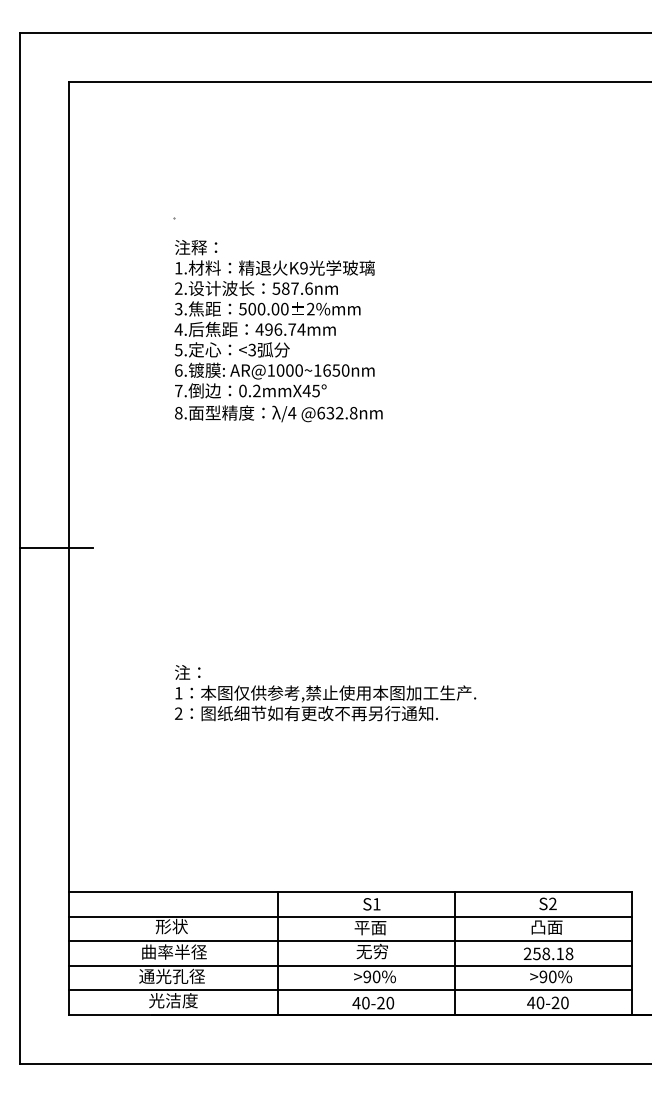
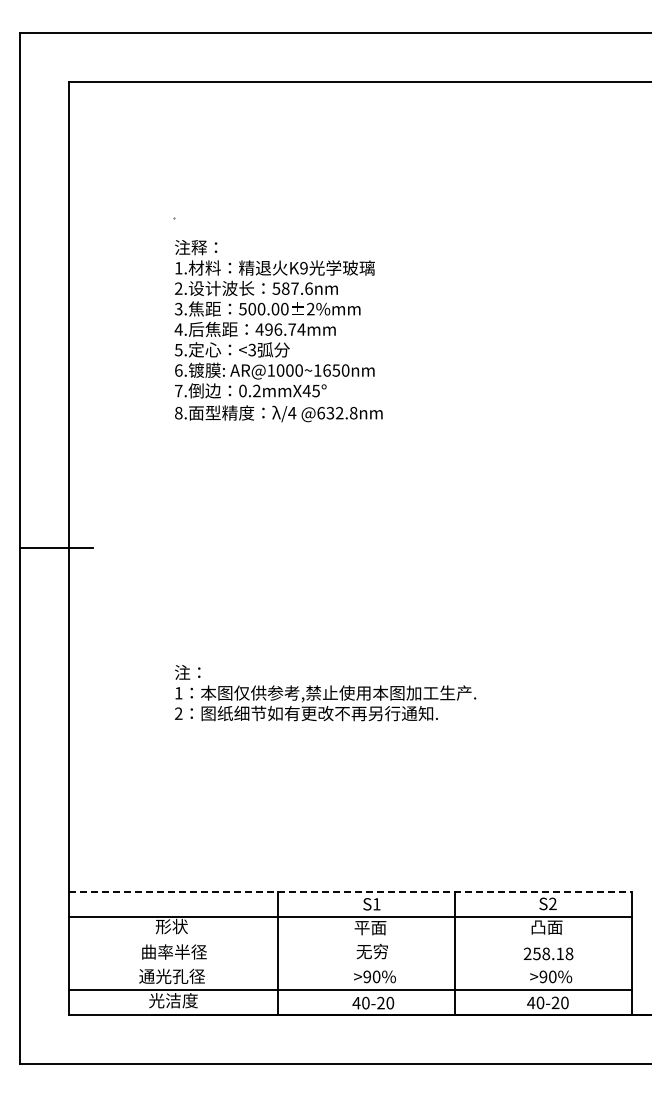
line at (350, 892): solid -> dashed
line at (349, 941): present -> none
line at (349, 965): present -> none
